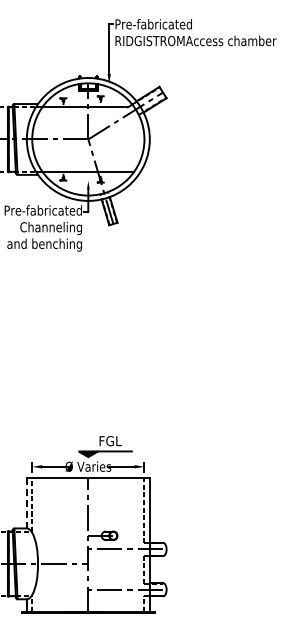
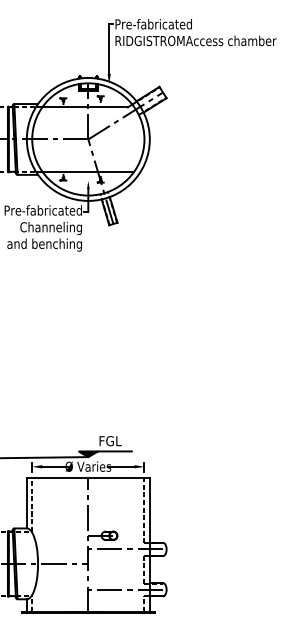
line at (45, 457): none -> present
line at (26, 503): dashed -> solid
